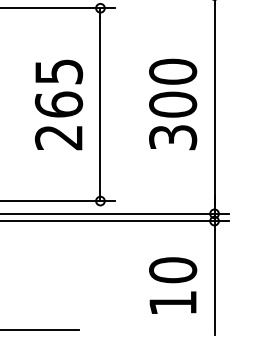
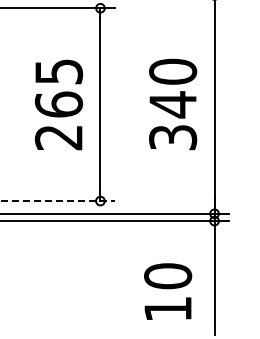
text at (173, 104): 300 -> 340
line at (58, 201): solid -> dashed
text at (173, 285) position: (173, 285) -> (168, 291)
line at (40, 330): present -> none
